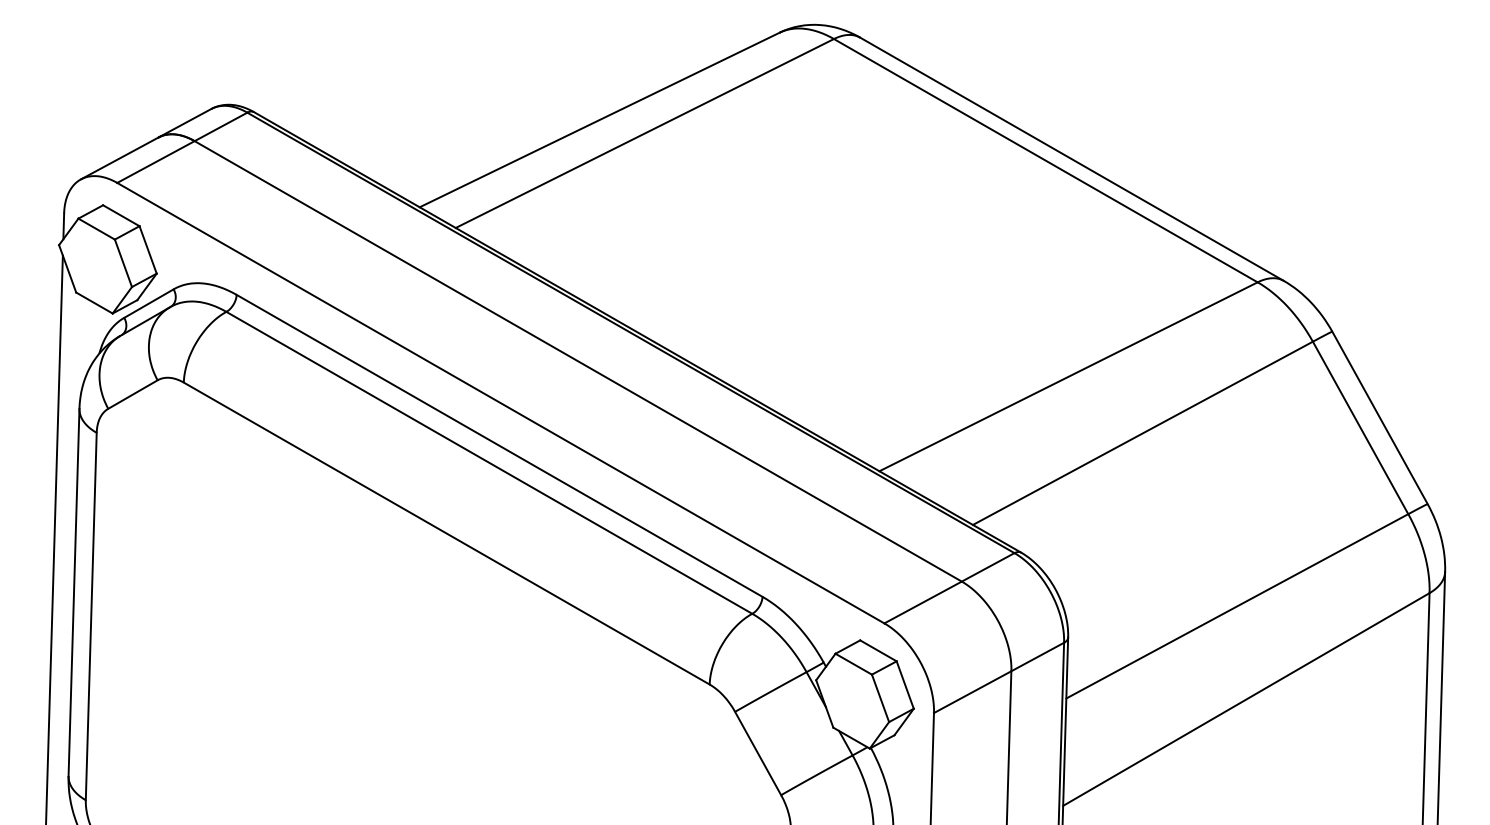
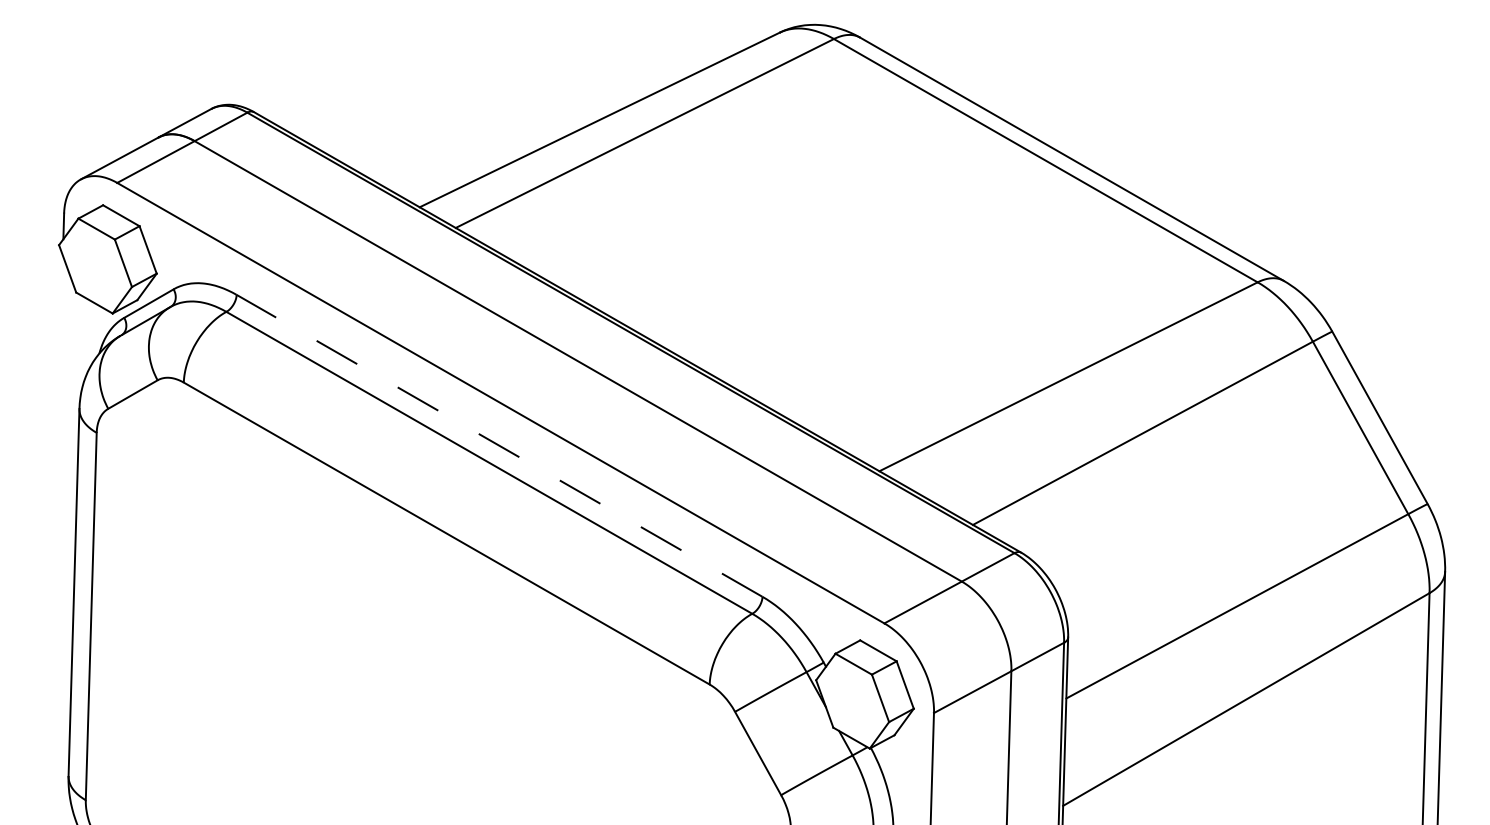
line at (499, 445): solid -> dashed
line at (54, 538): present -> none
